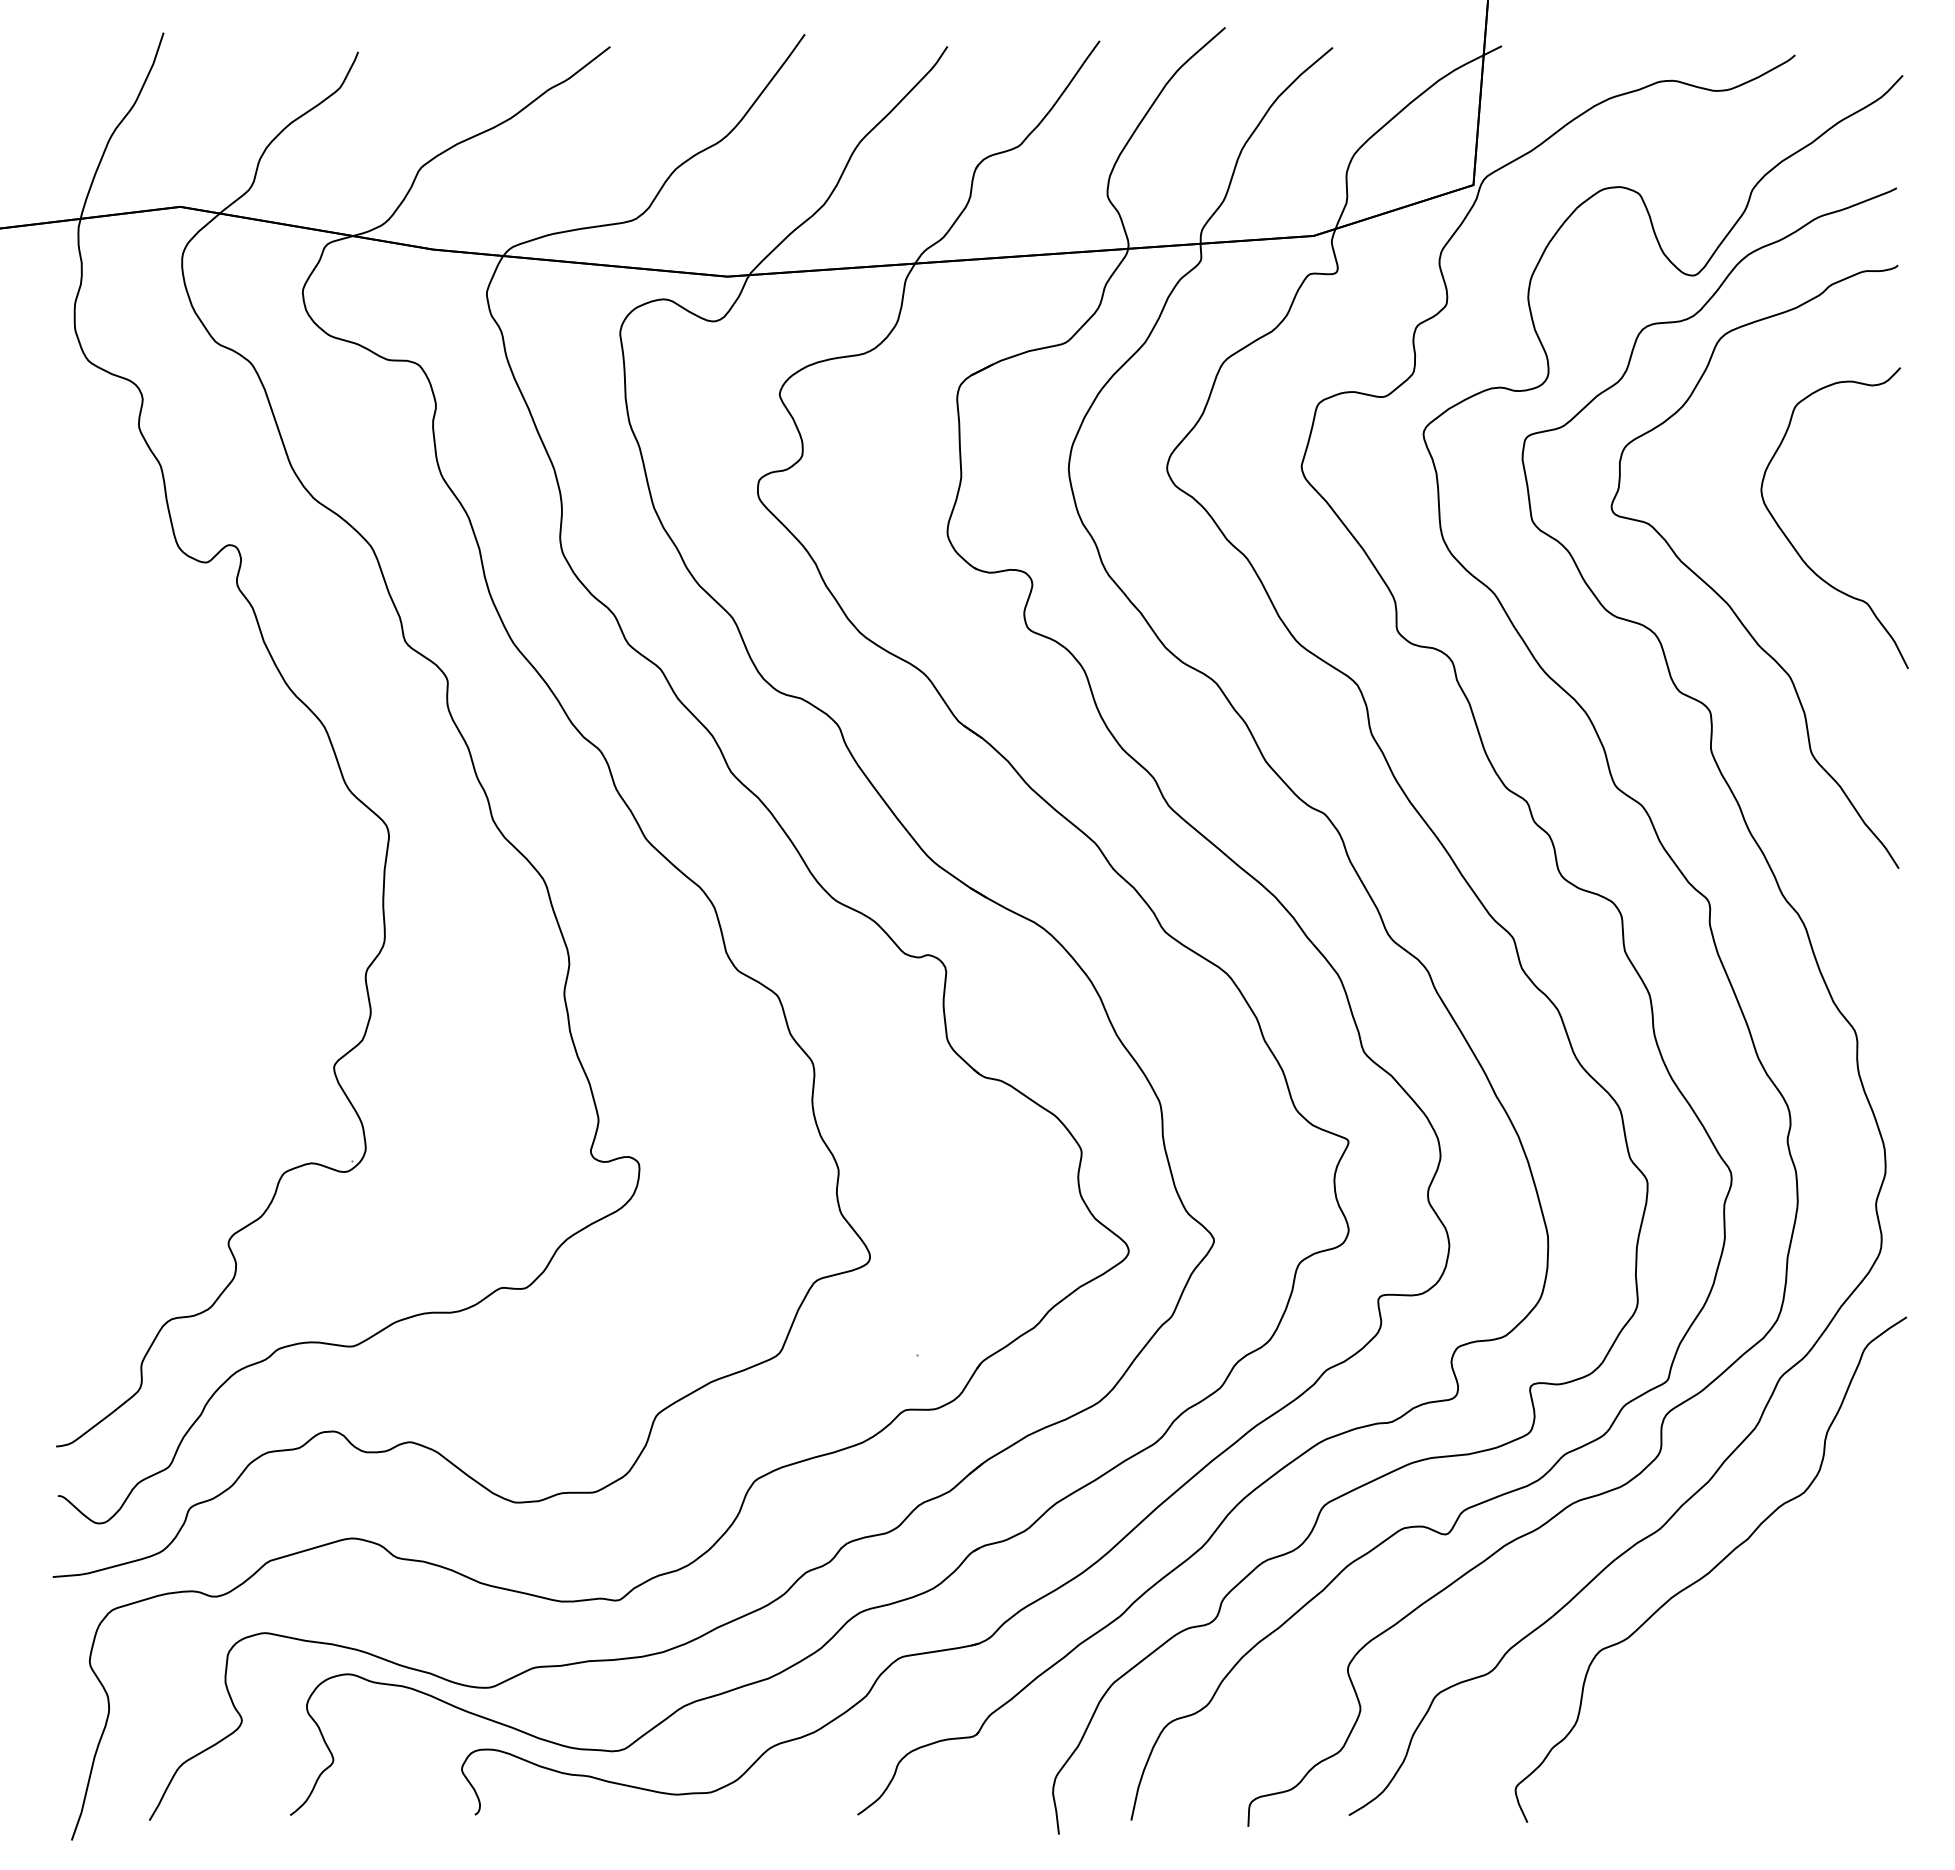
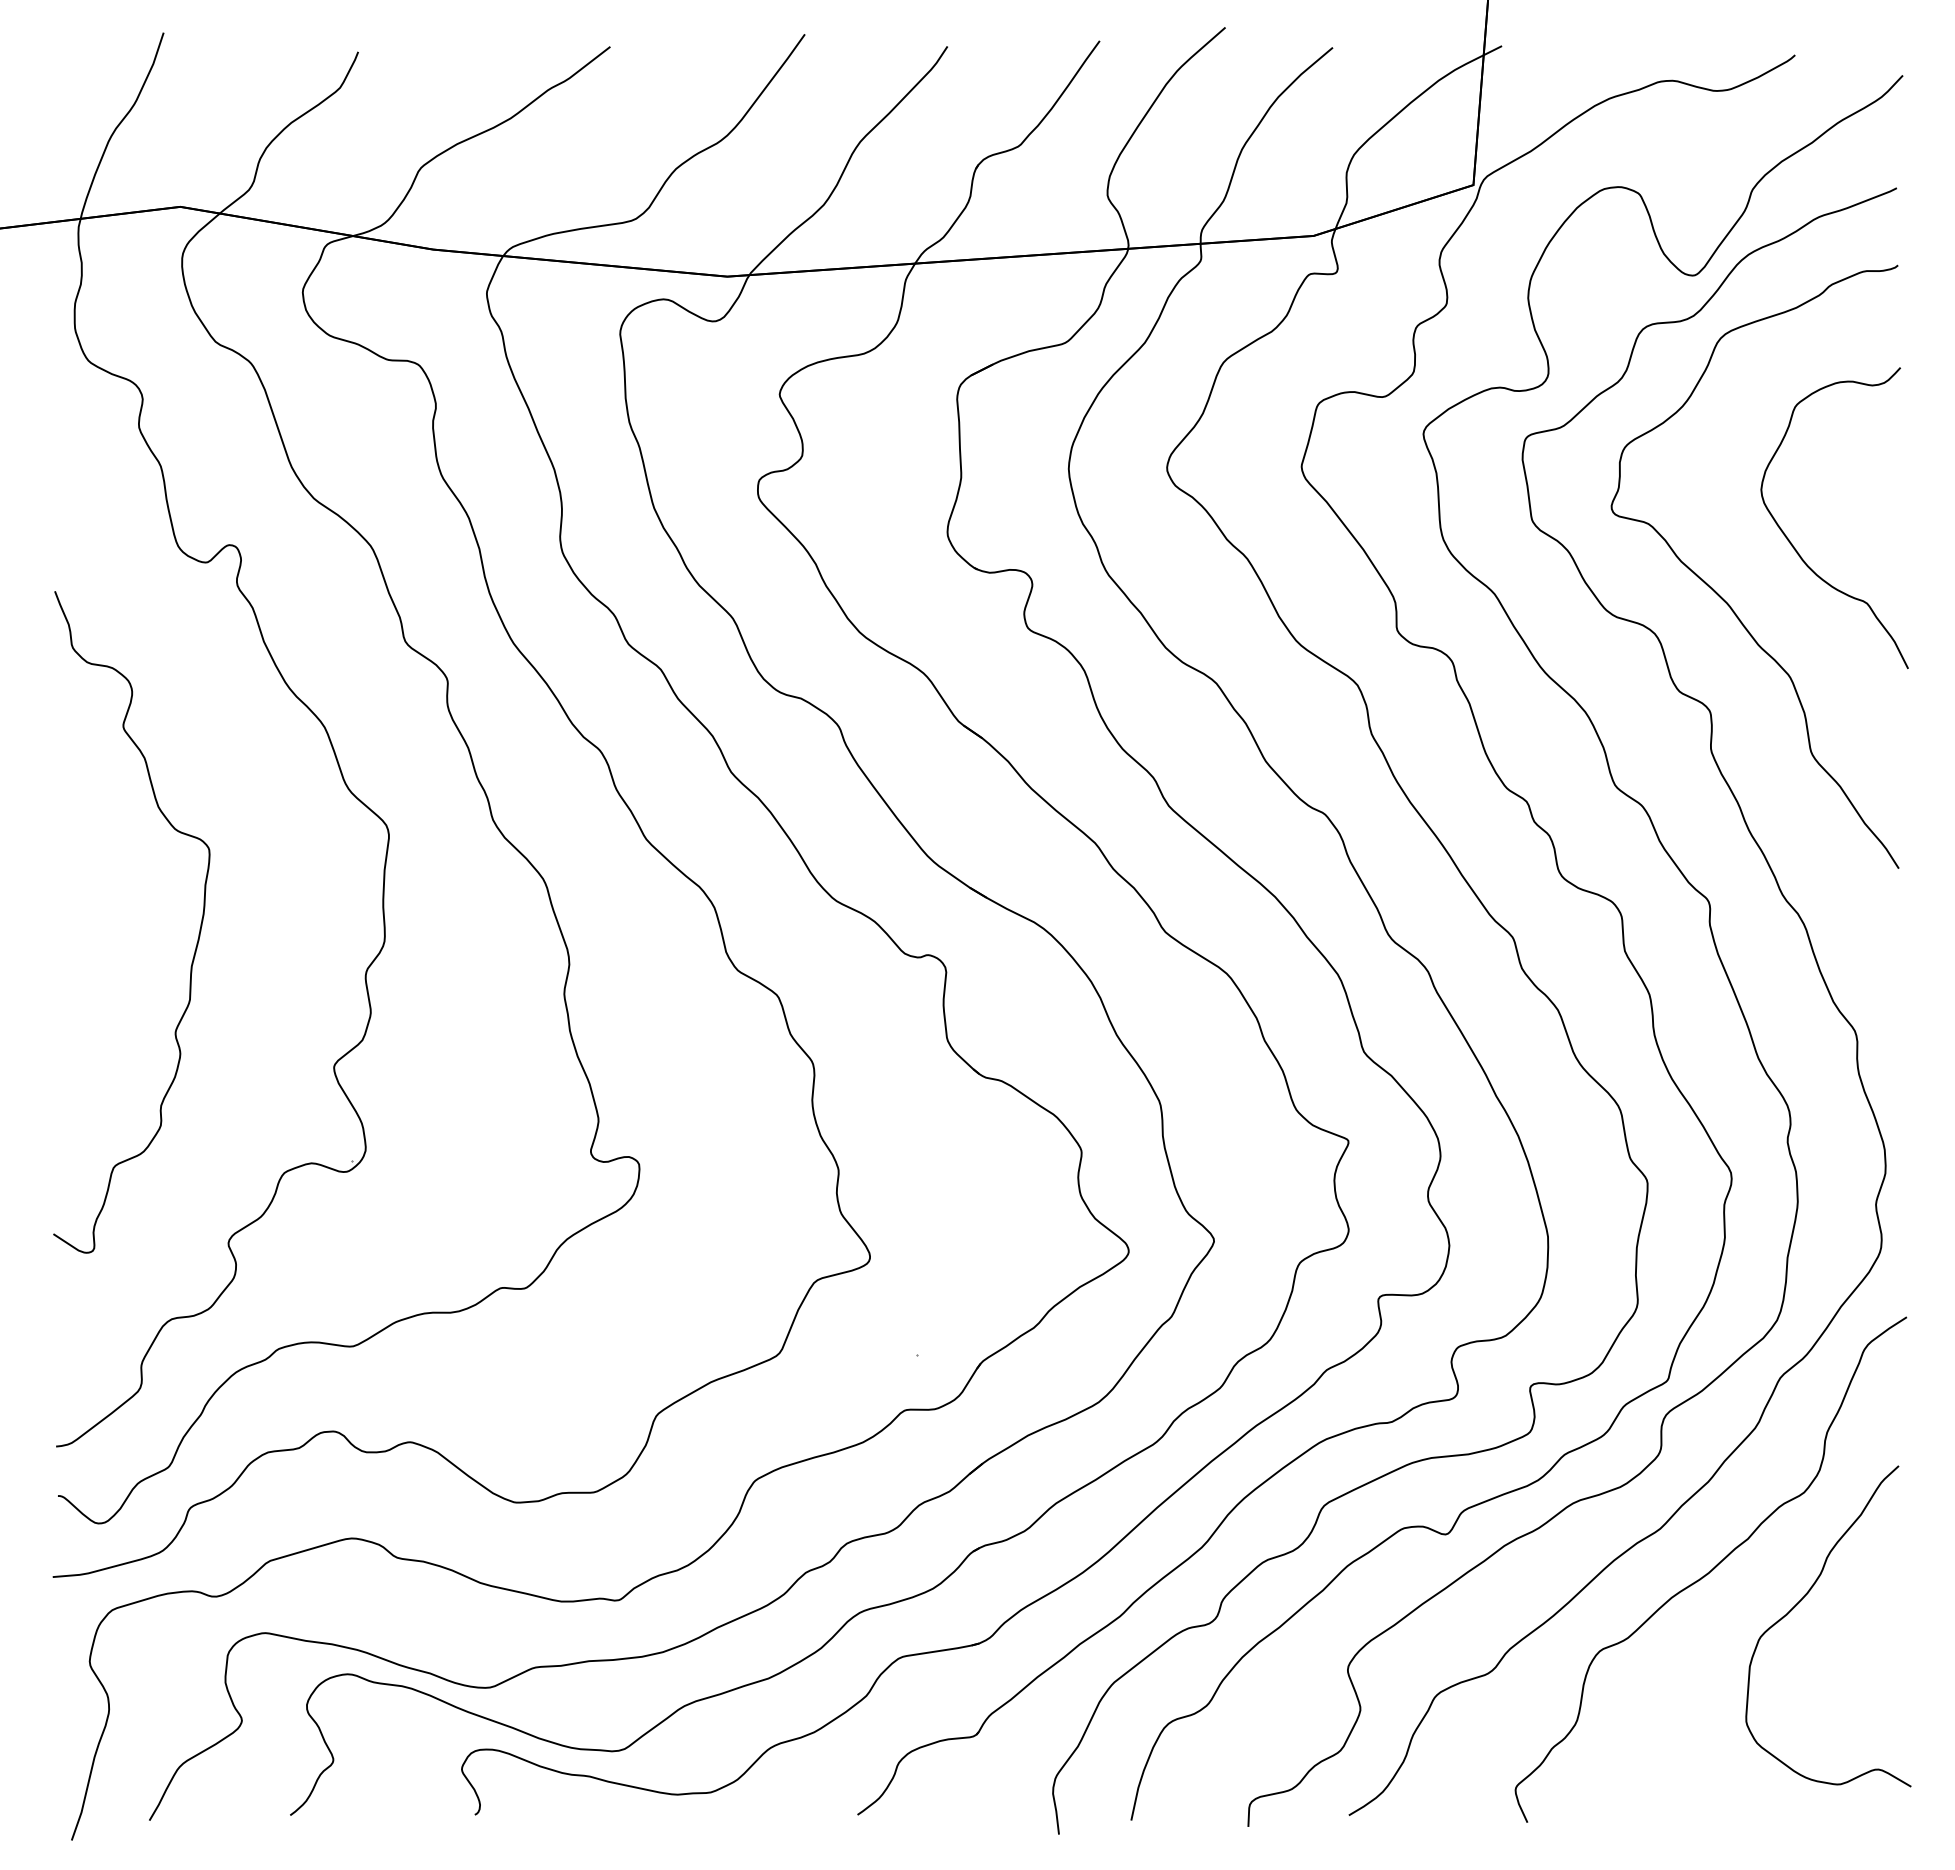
curve at (198, 934): none -> present
curve at (1801, 1601): none -> present
